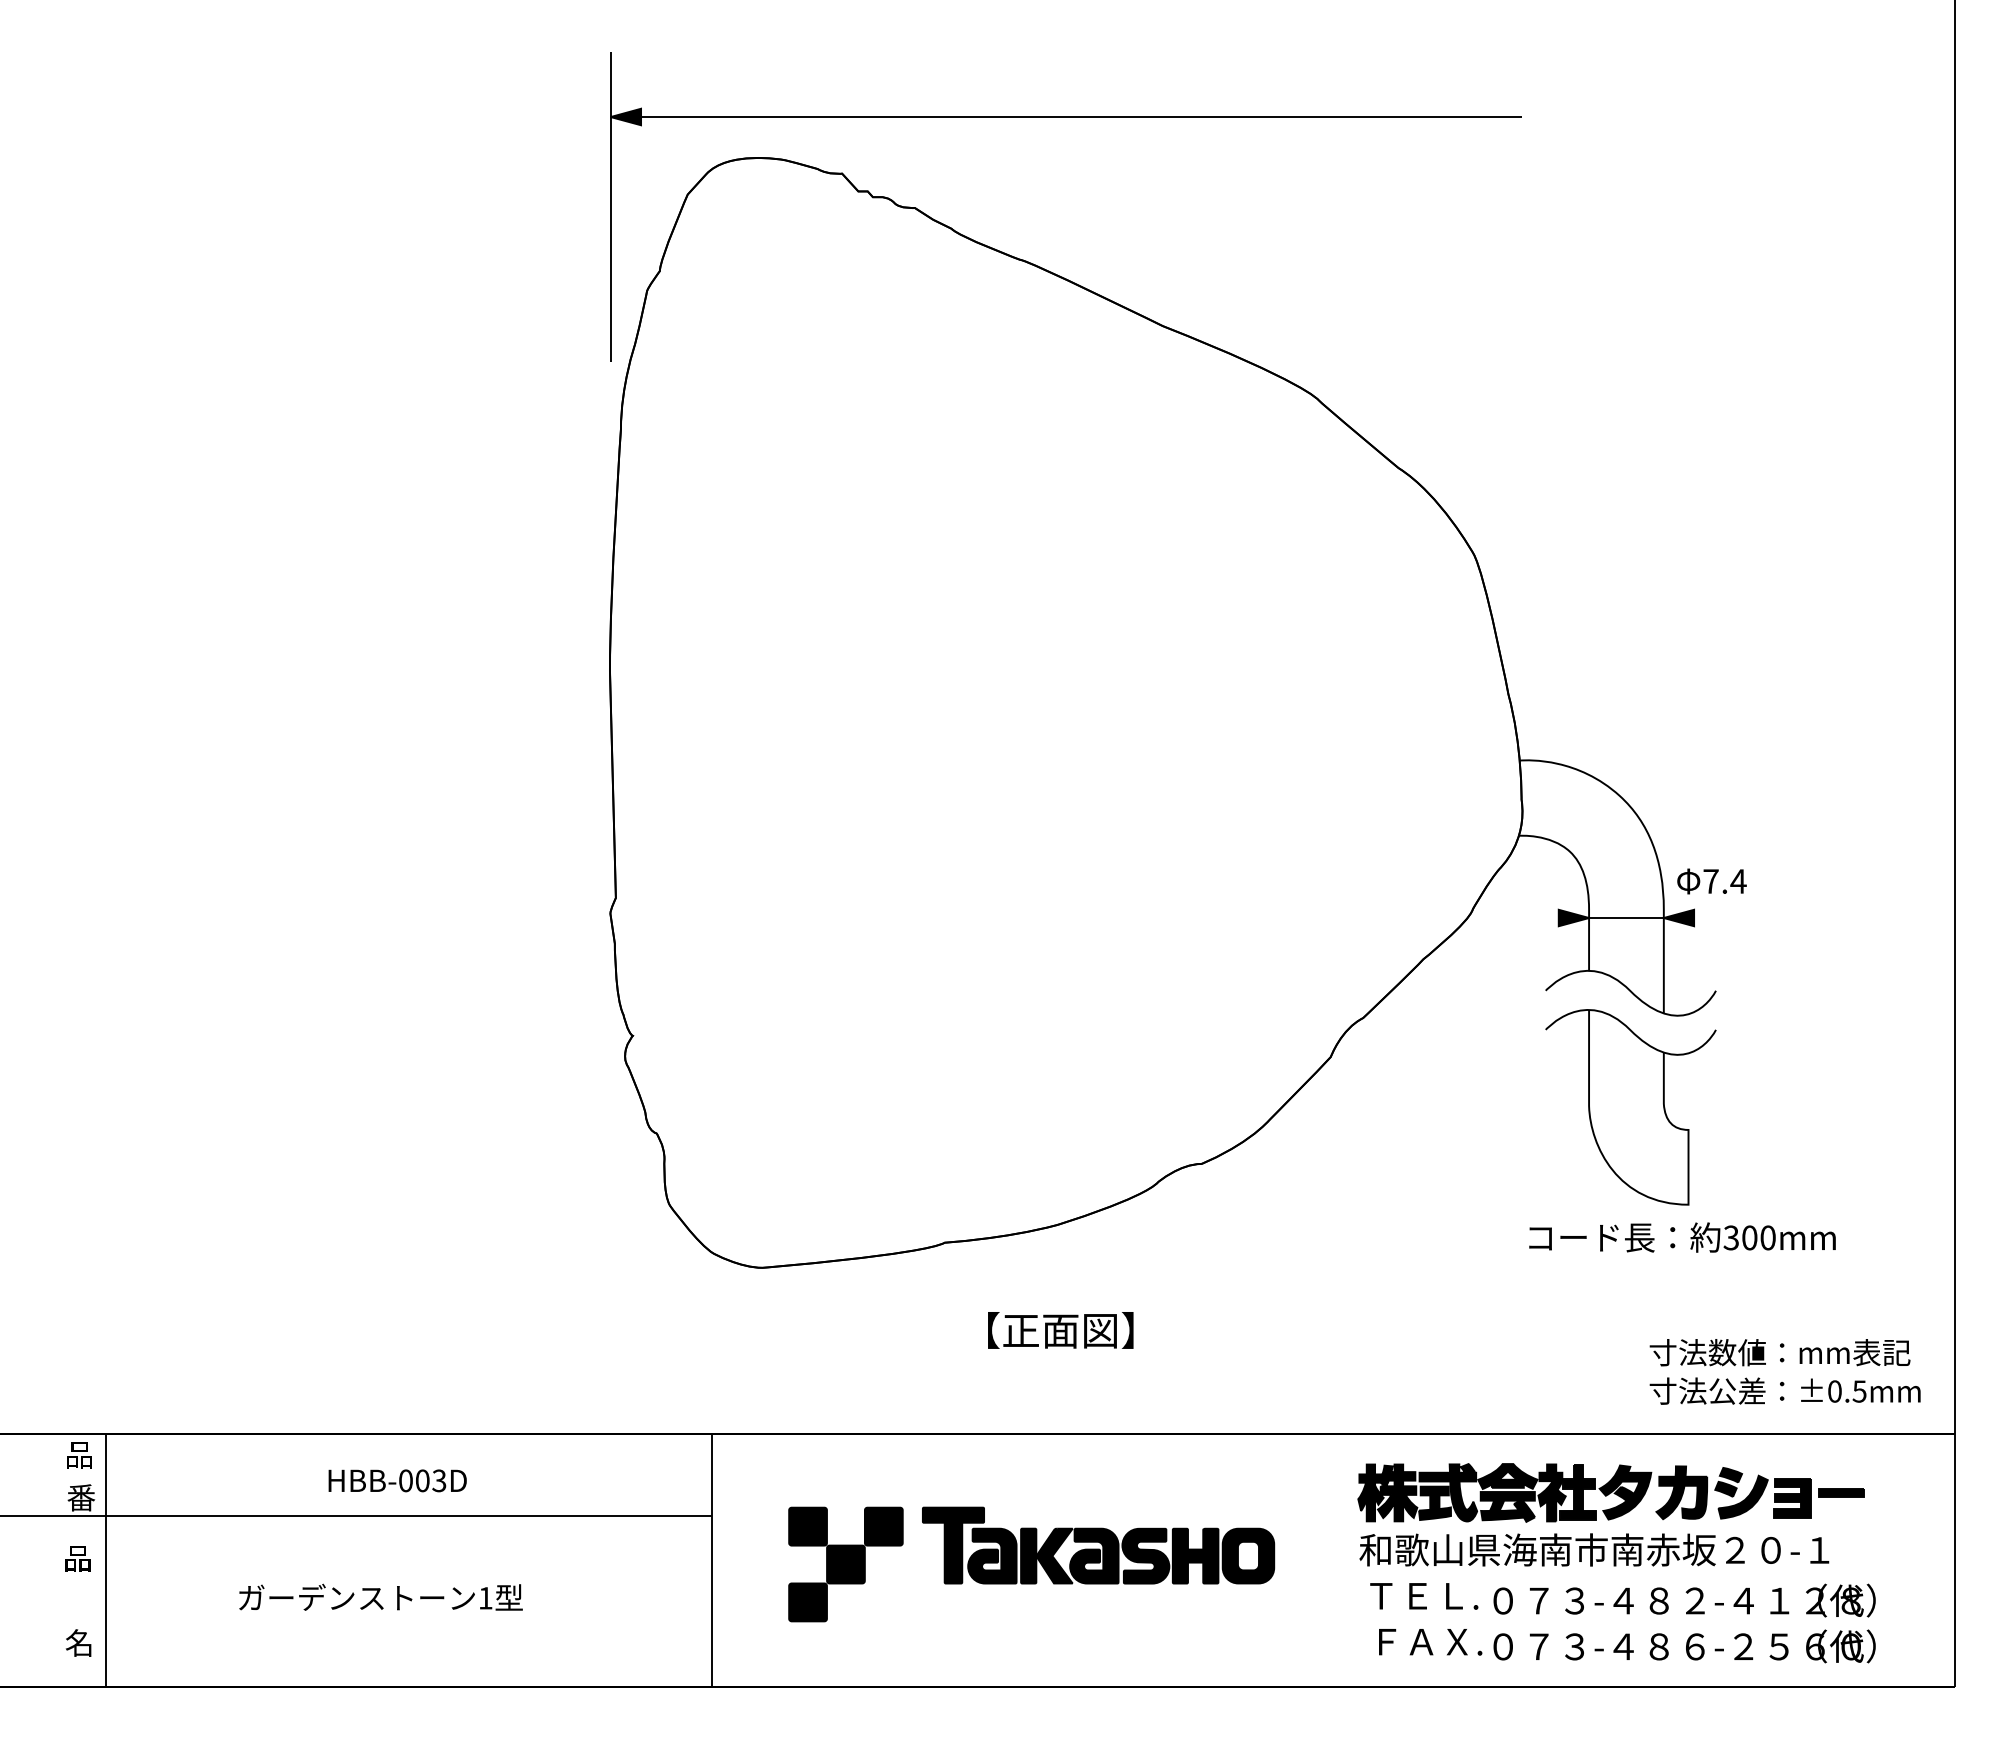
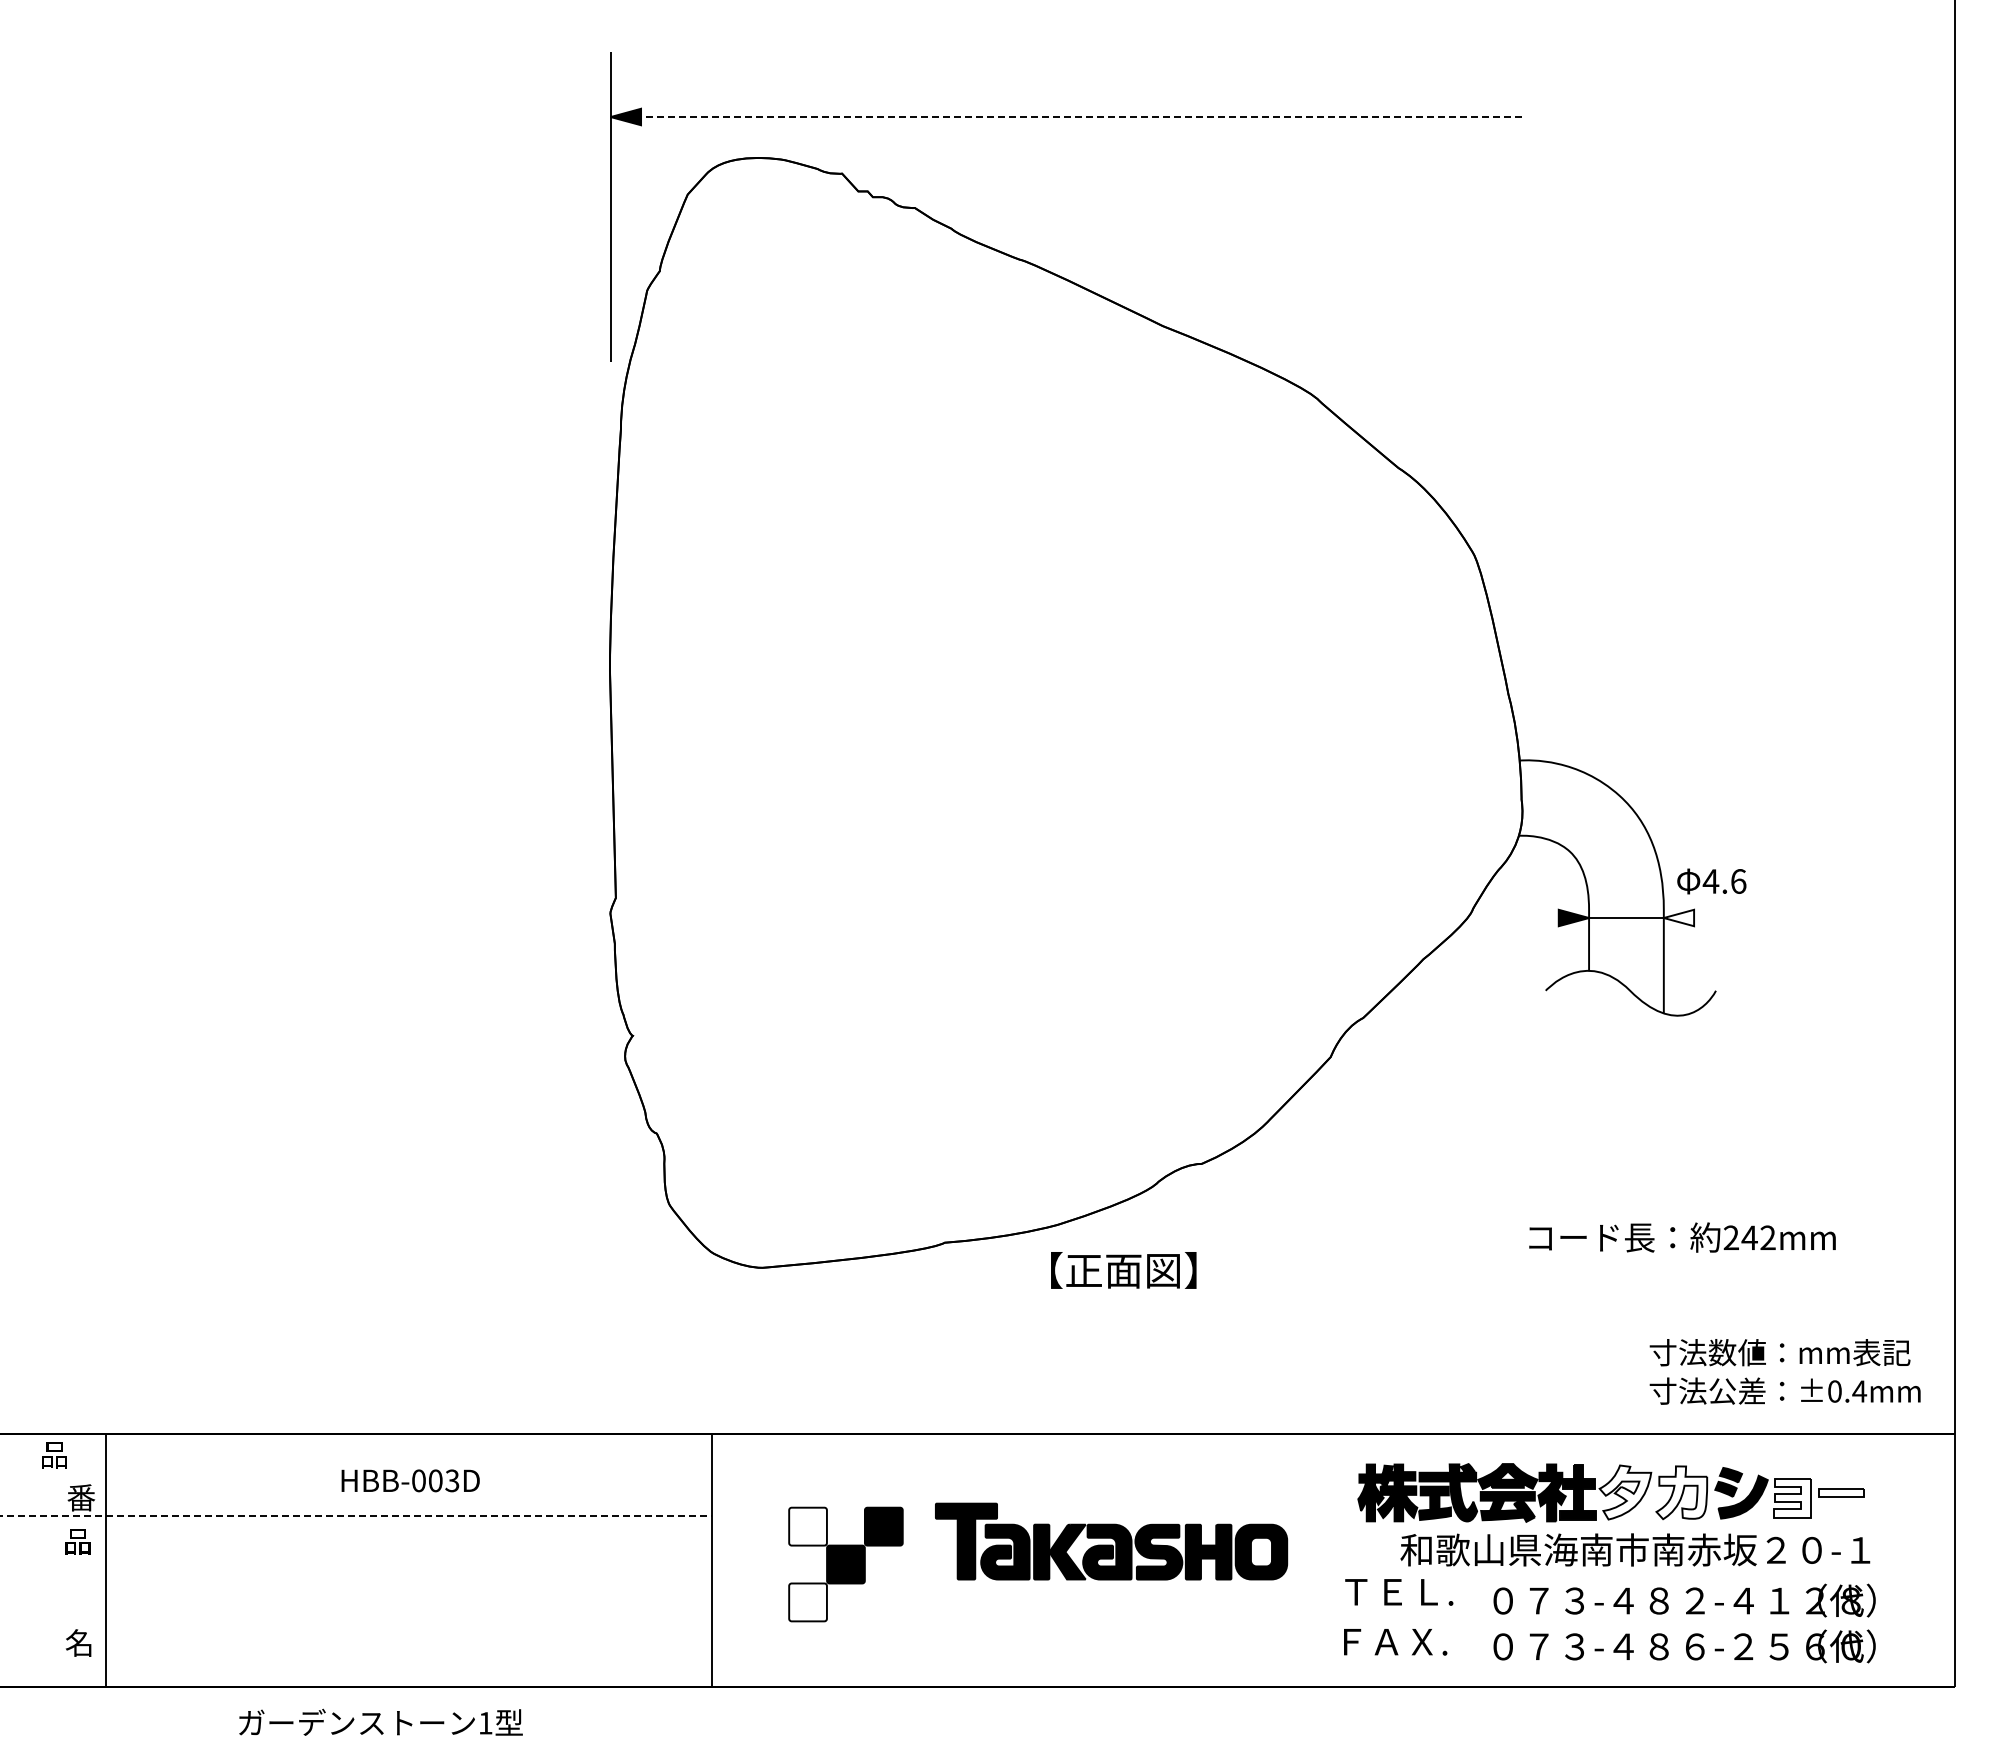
line at (1066, 117): solid -> dashed
text at (1724, 881): 7.4 -> 4.6
fill at (1678, 917): present -> none
part at (1630, 1107): present -> none
text at (1749, 1237): 300mm -> 242mm
text at (1060, 1330) position: (1060, 1330) -> (1123, 1270)
text at (1859, 1391): ±0.5mm -> ±0.4mm
part at (79, 1455) position: (79, 1455) -> (54, 1455)
part at (397, 1480) position: (397, 1480) -> (410, 1480)
fill at (1625, 1492): present -> none
fill at (1681, 1492): present -> none
fill at (1841, 1492): present -> none
fill at (1791, 1497): present -> none
line at (356, 1515): solid -> dashed
fill at (807, 1526): present -> none
part at (1098, 1545) position: (1098, 1545) -> (1111, 1541)
text at (1594, 1549) position: (1594, 1549) -> (1635, 1549)
part at (77, 1558) position: (77, 1558) -> (77, 1541)
part at (380, 1596) position: (380, 1596) -> (380, 1721)
text at (1424, 1596) position: (1424, 1596) -> (1399, 1592)
fill at (807, 1602): present -> none
text at (1430, 1642) position: (1430, 1642) -> (1395, 1642)
